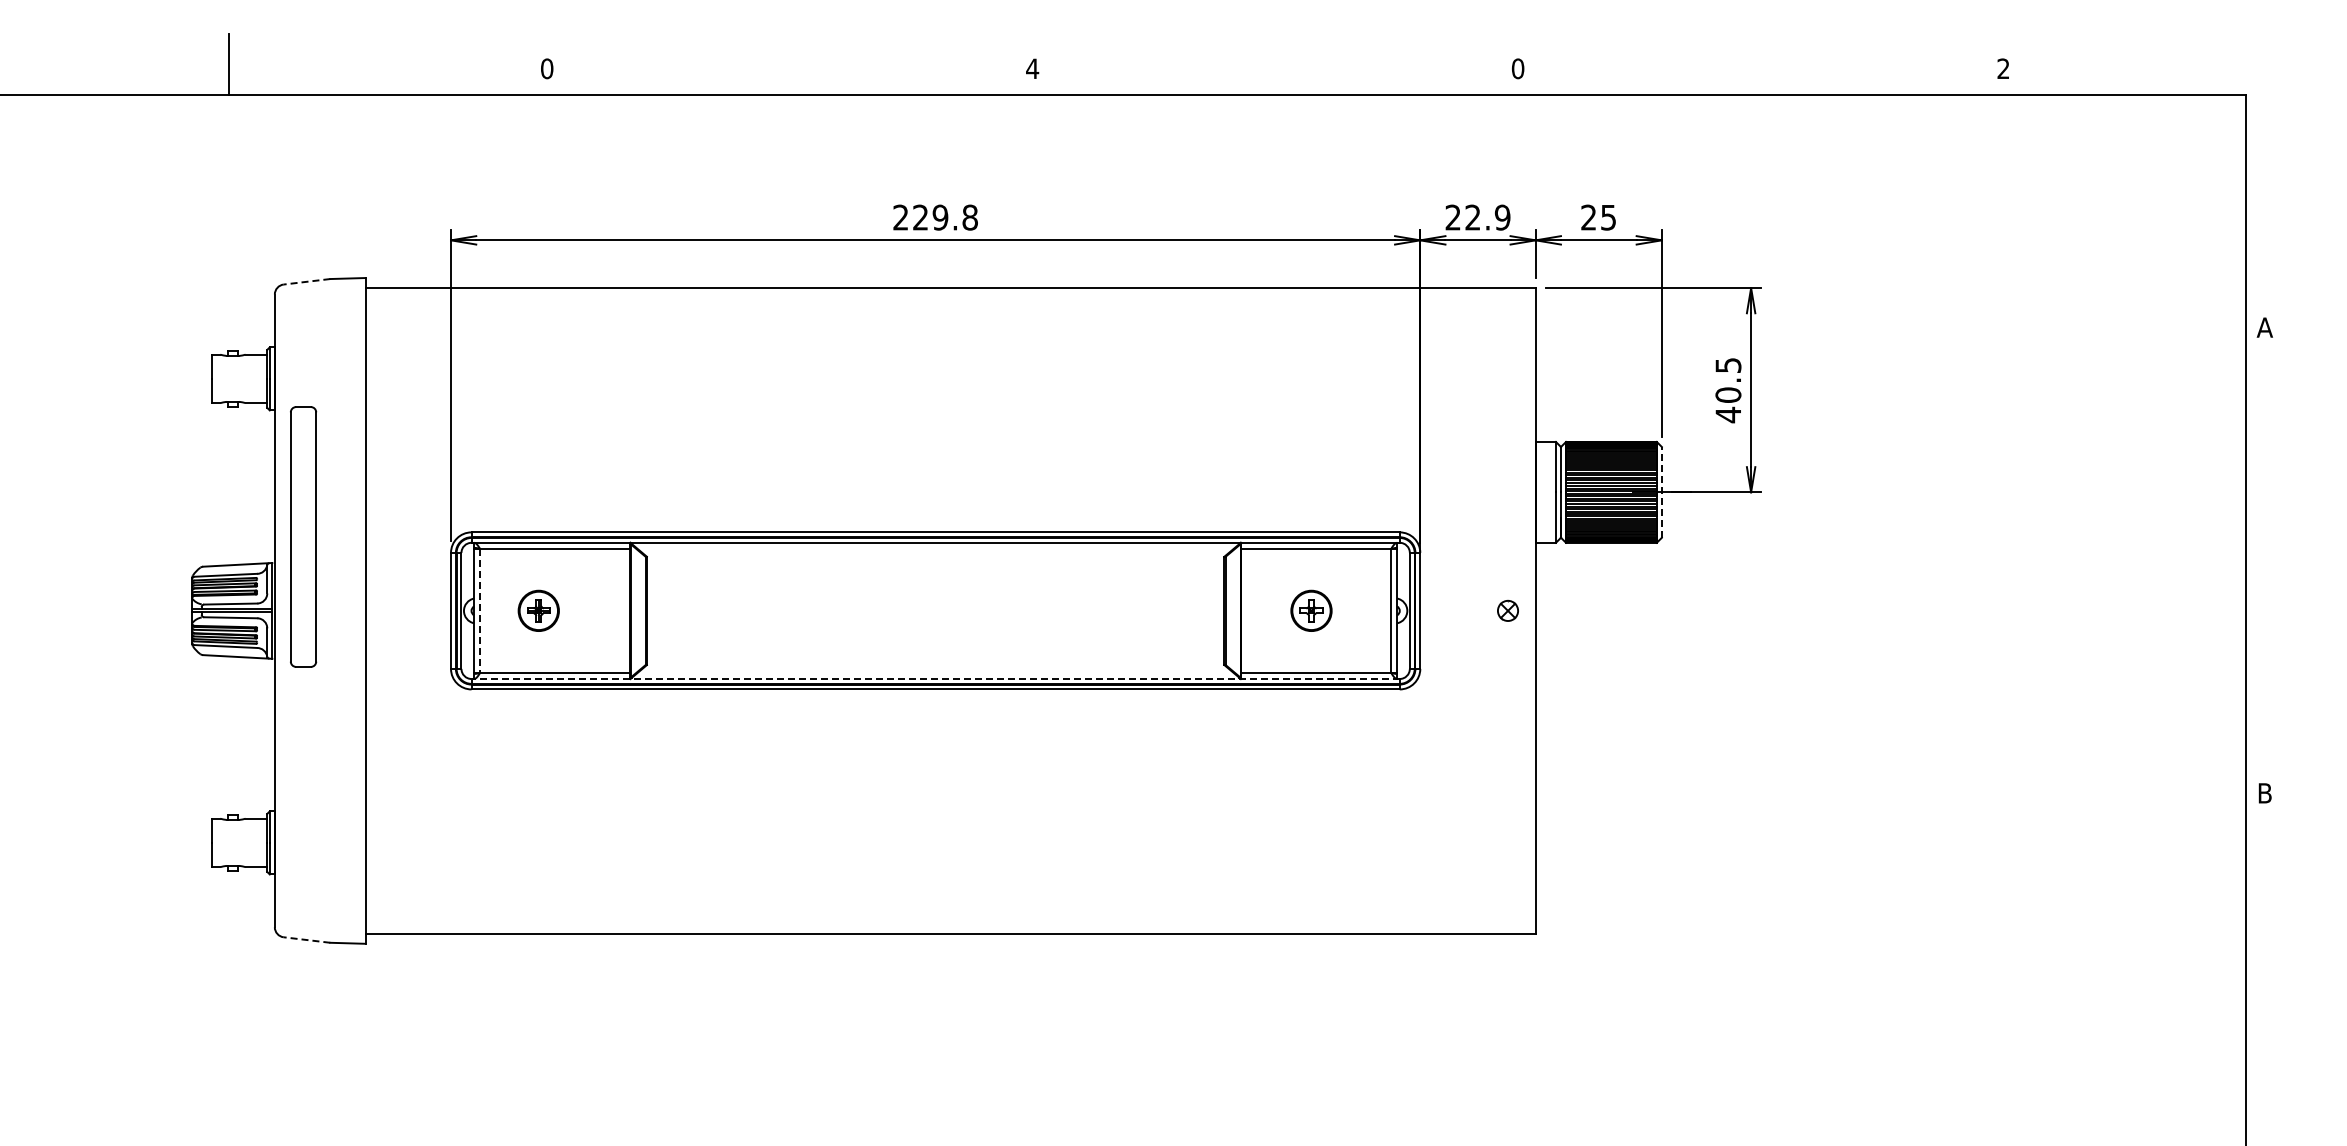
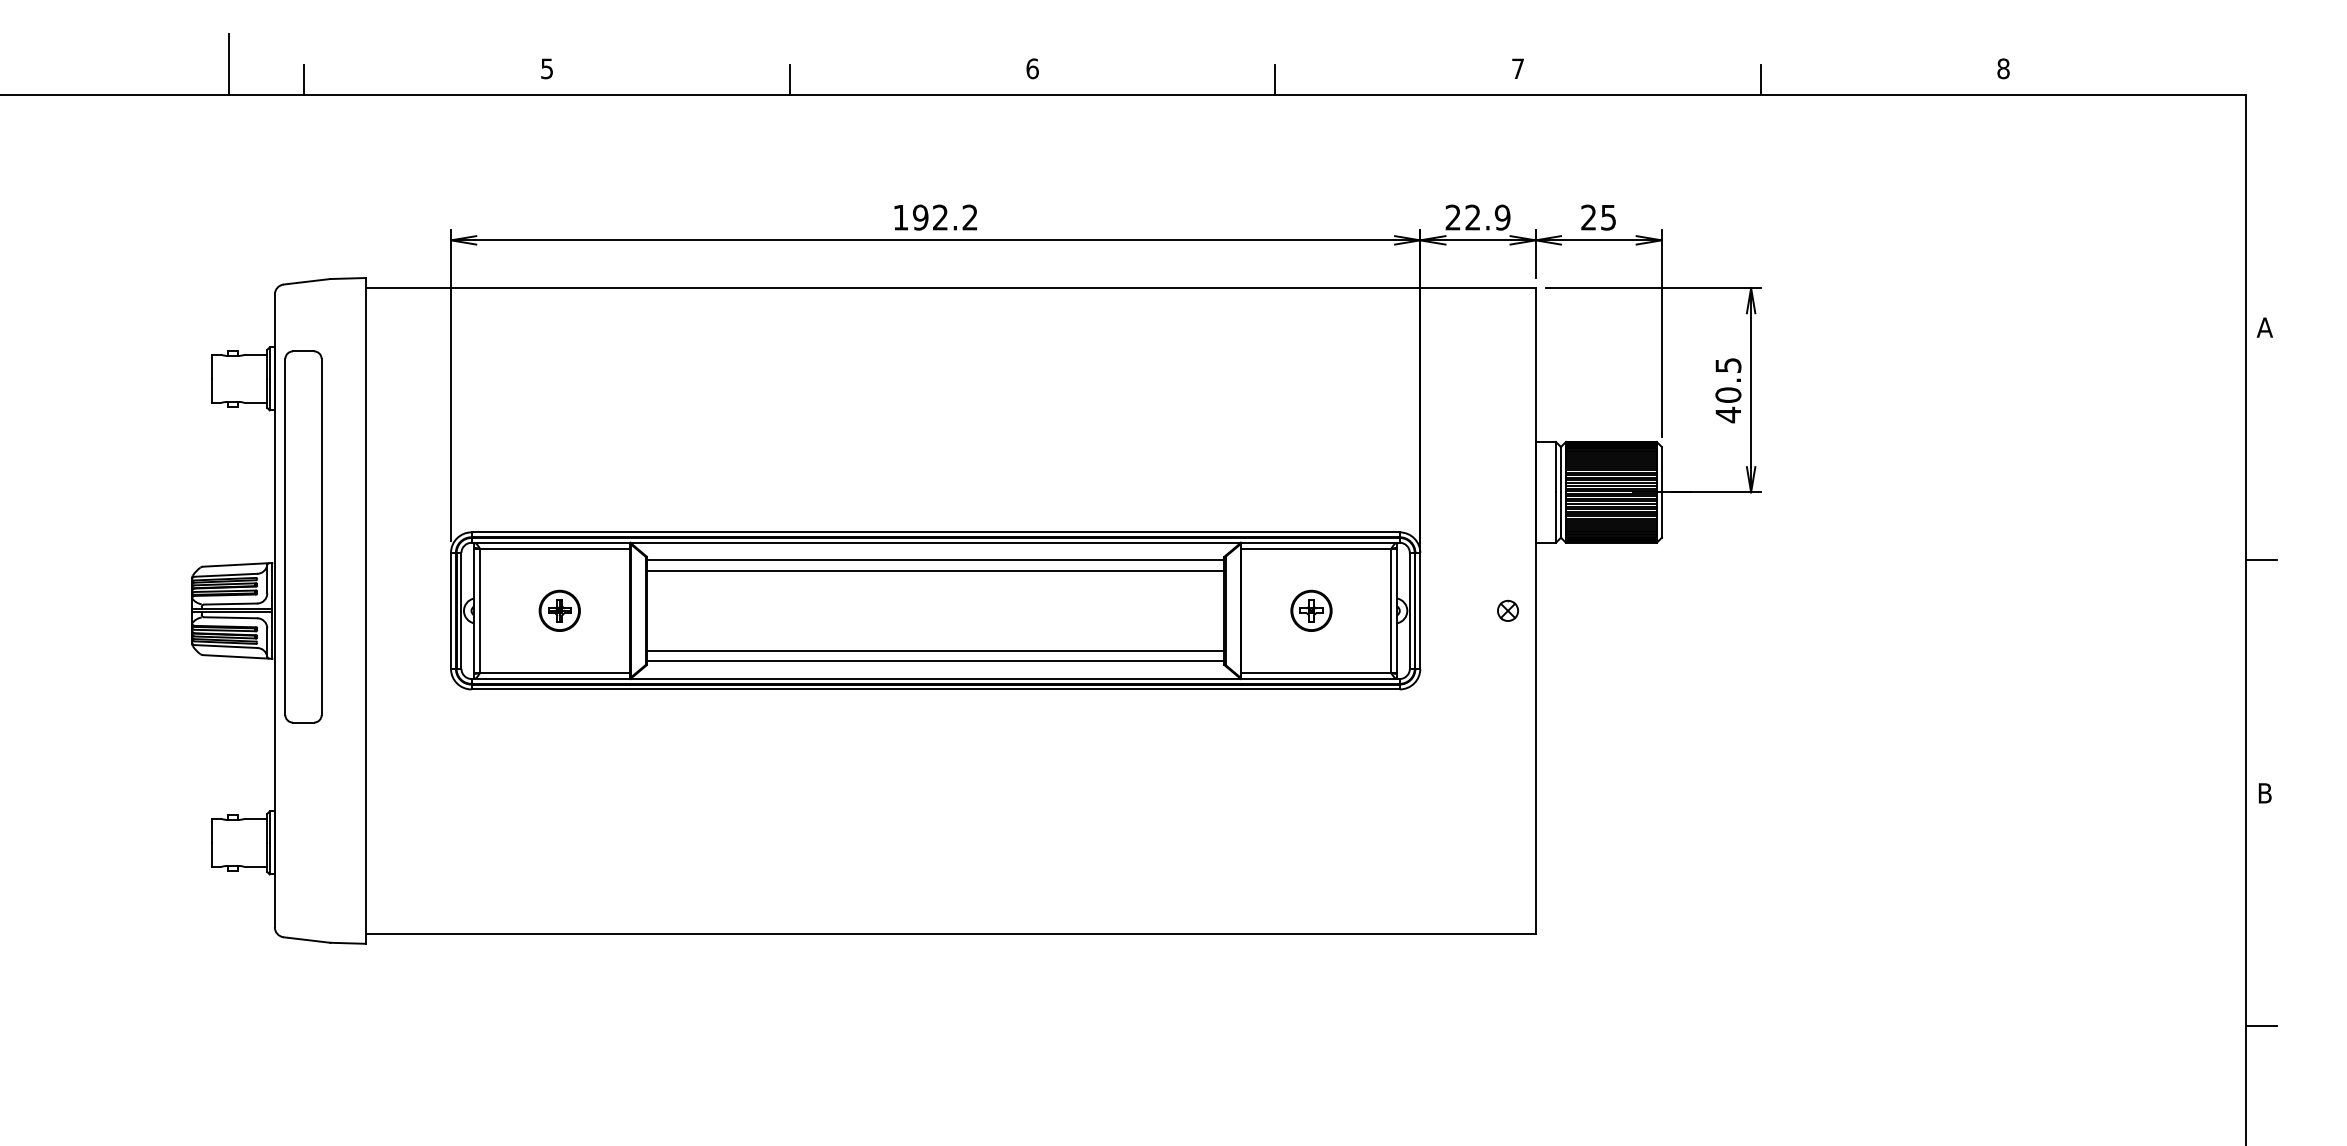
text at (547, 68): 0 -> 5
text at (1032, 68): 4 -> 6
text at (1517, 68): 0 -> 7
text at (2003, 68): 2 -> 8
line at (304, 79): none -> present
line at (789, 79): none -> present
line at (1275, 79): none -> present
line at (1760, 79): none -> present
text at (935, 217): 229.8 -> 192.2
line at (306, 281): dashed -> solid
line at (1661, 491): dashed -> solid
part at (303, 536) size: 28x262 px -> 39x374 px
line at (935, 560): none -> present
line at (2261, 560): none -> present
line at (935, 570): none -> present
part at (538, 610) position: (538, 610) -> (559, 610)
line at (480, 611): dashed -> solid
line at (935, 651): none -> present
line at (935, 661): none -> present
line at (935, 679): dashed -> solid
line at (306, 939): dashed -> solid
line at (2261, 1026): none -> present
